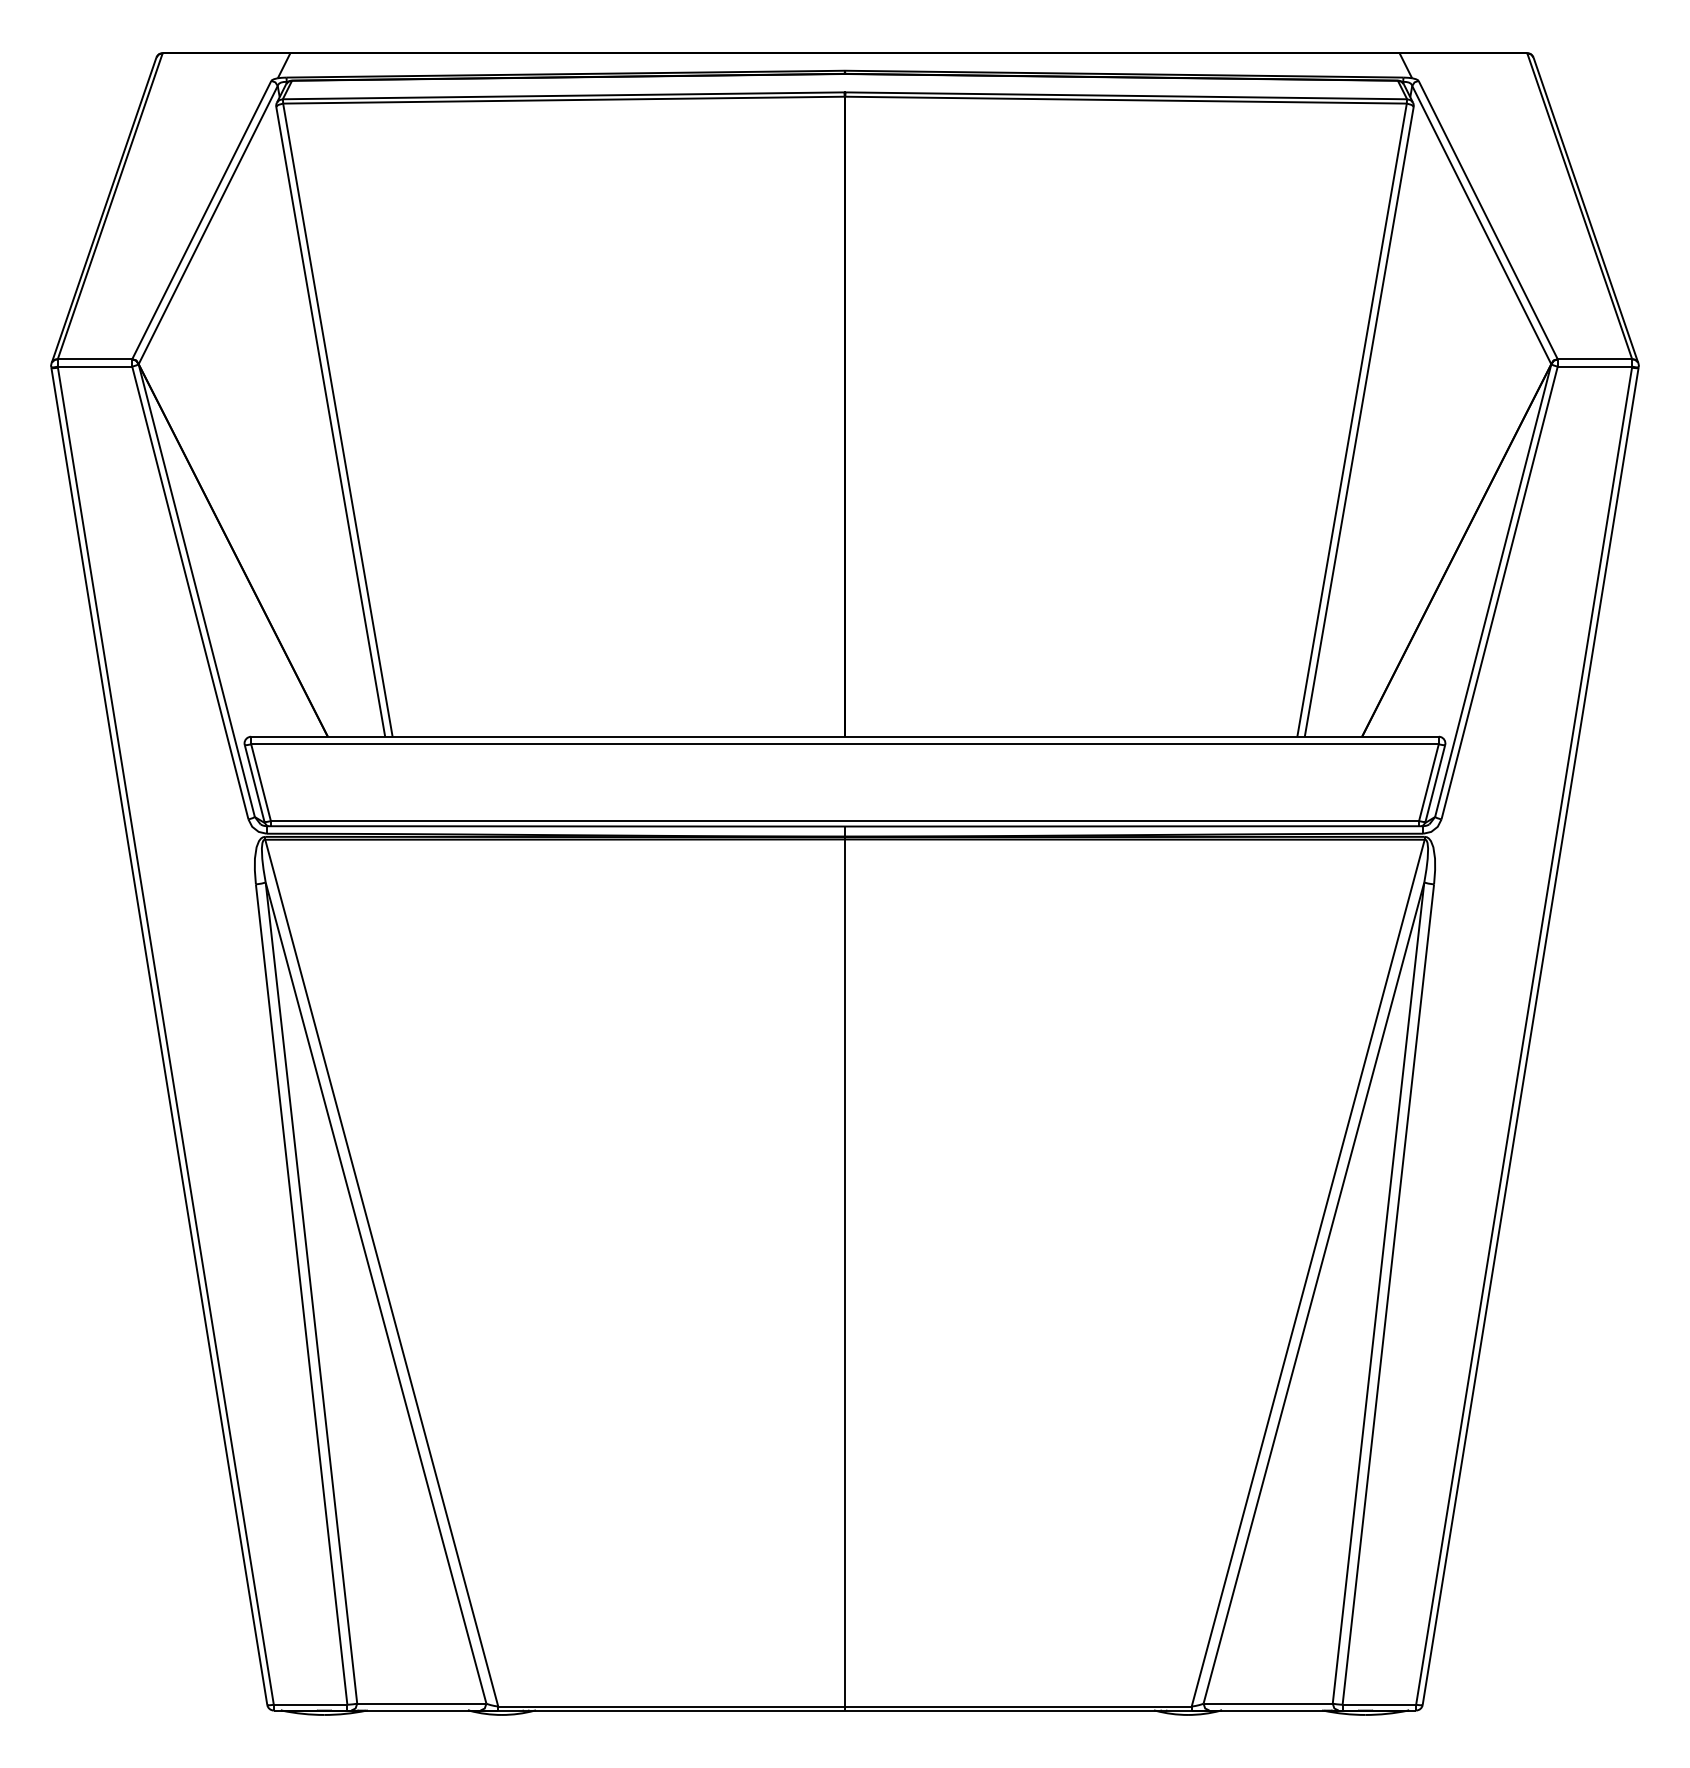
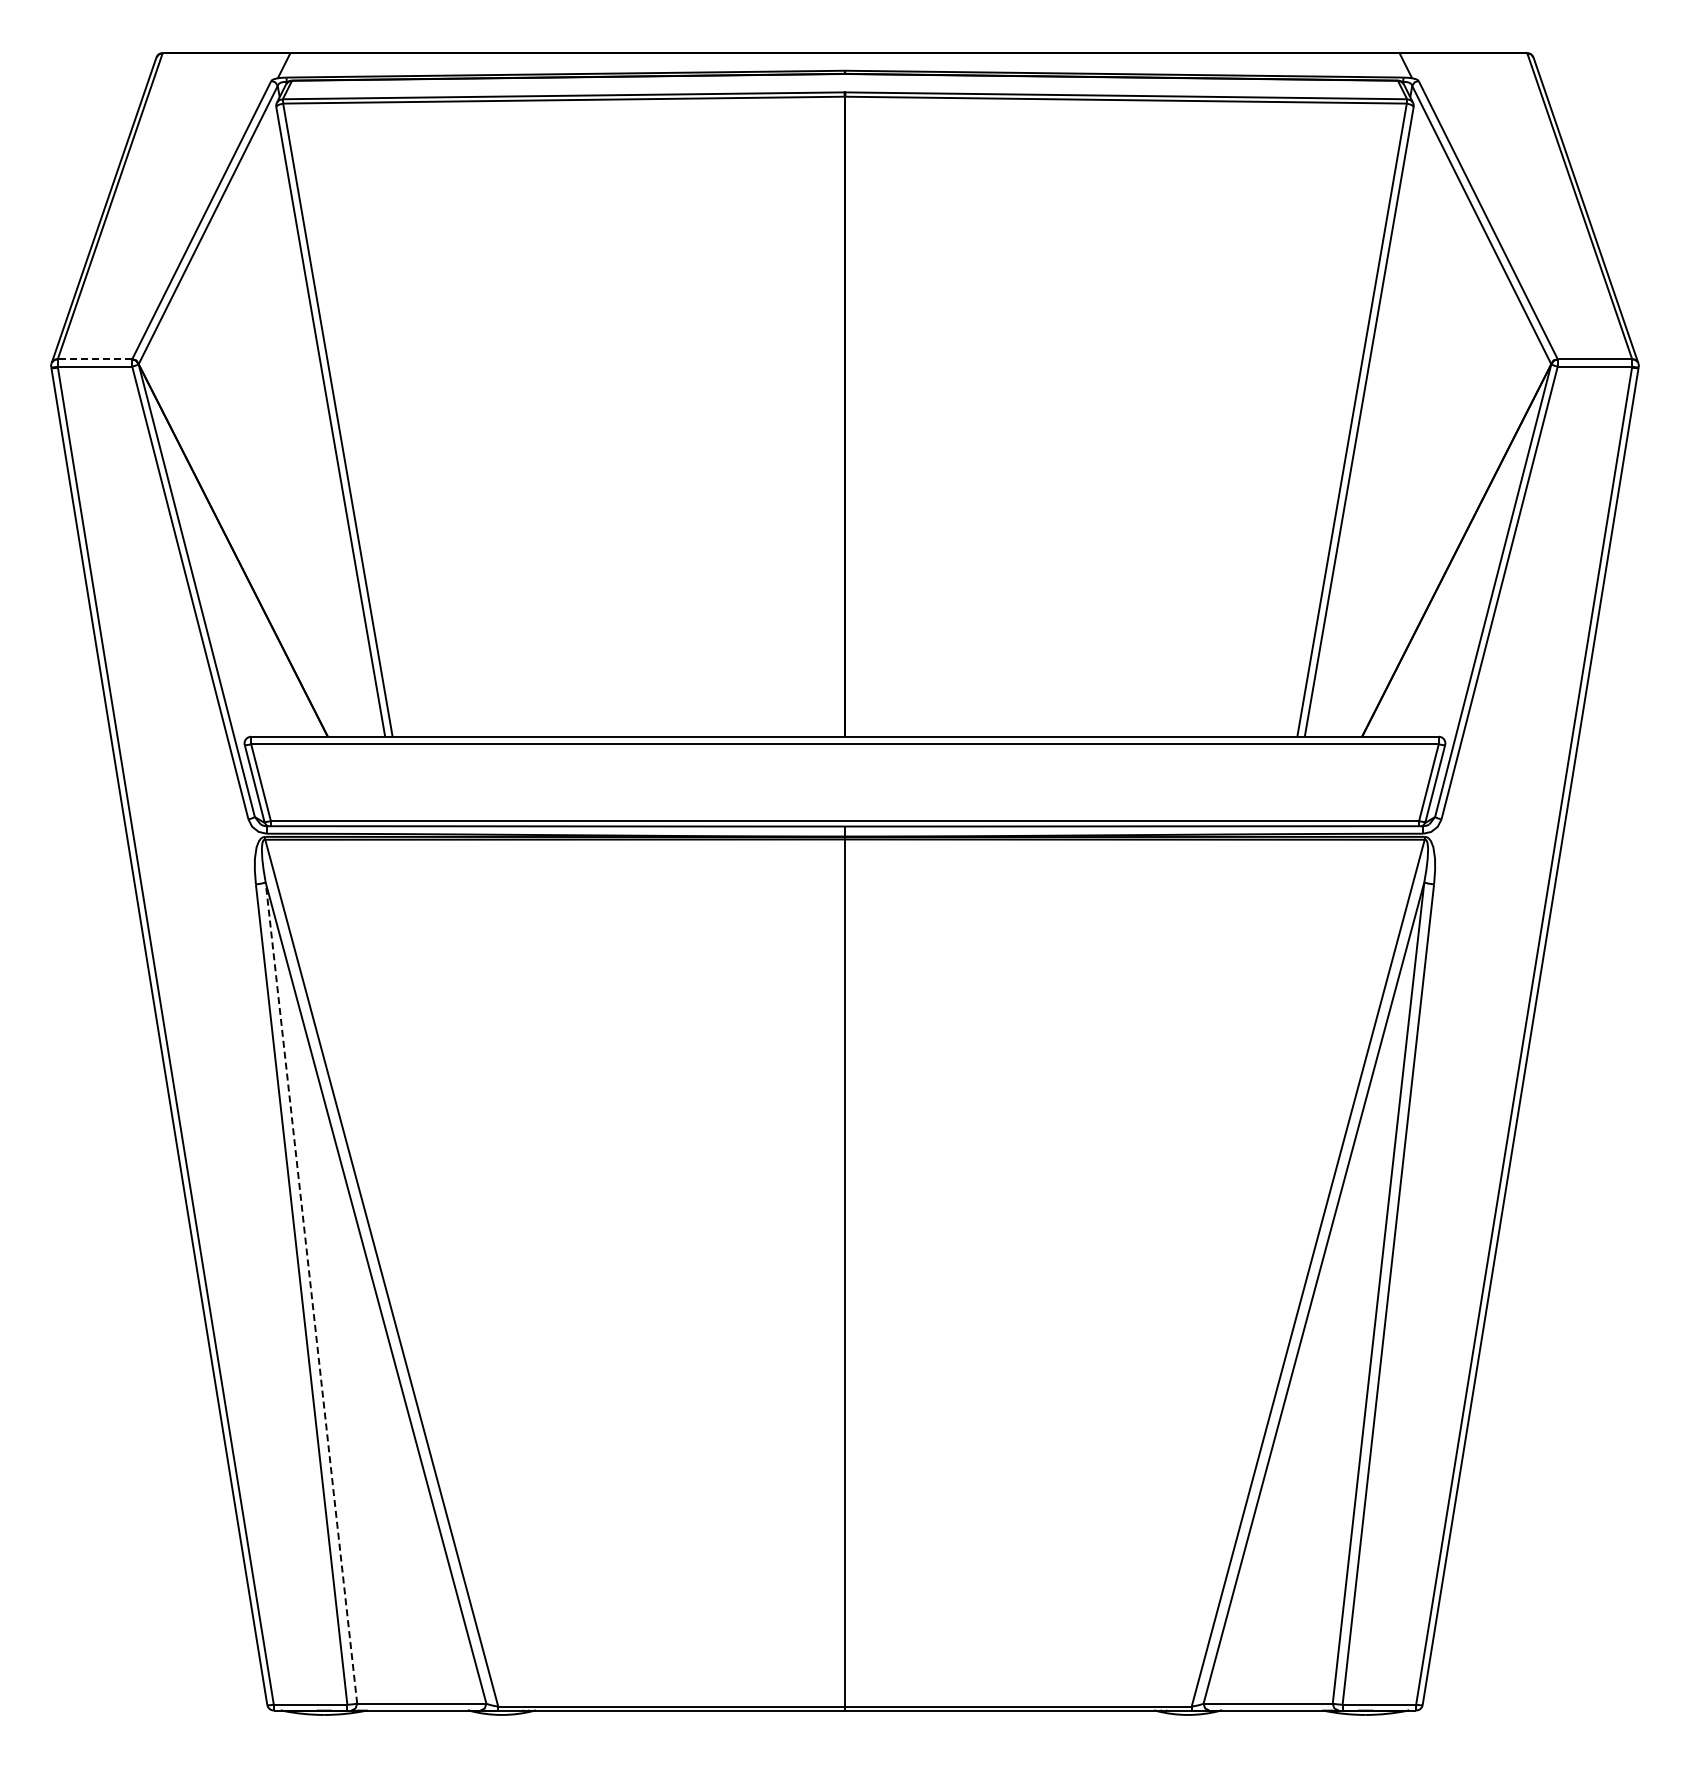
line at (94, 359): solid -> dashed
line at (311, 1292): solid -> dashed
